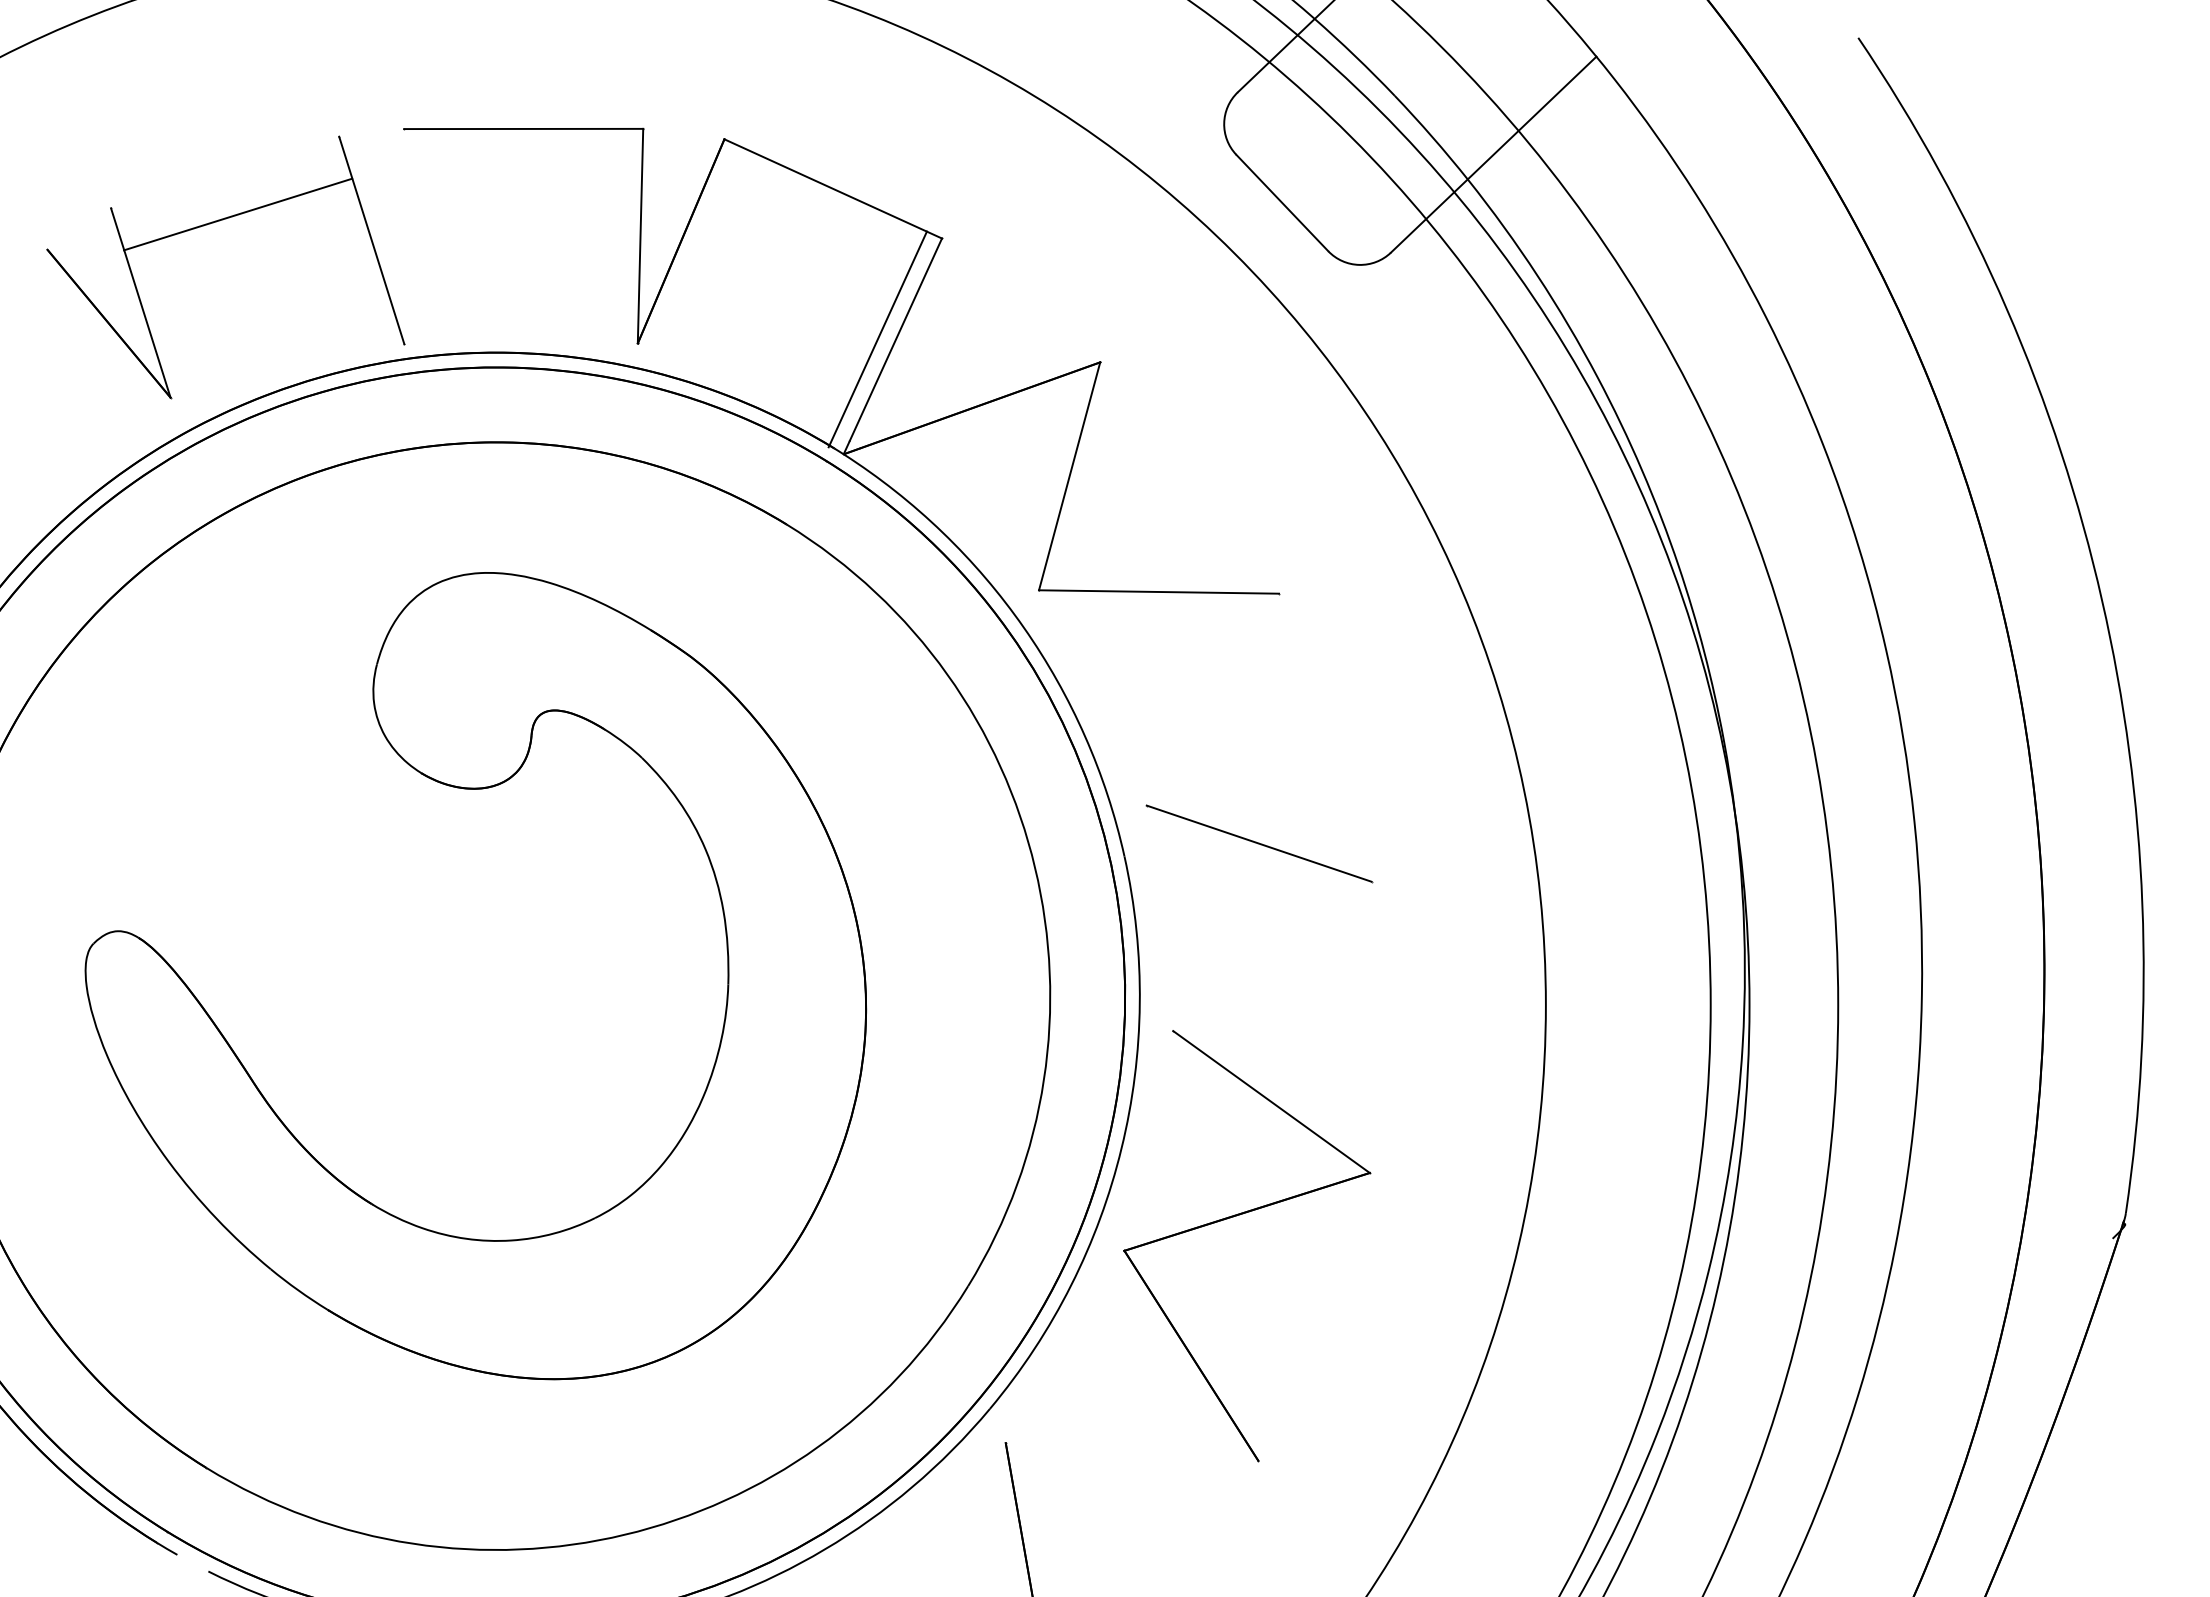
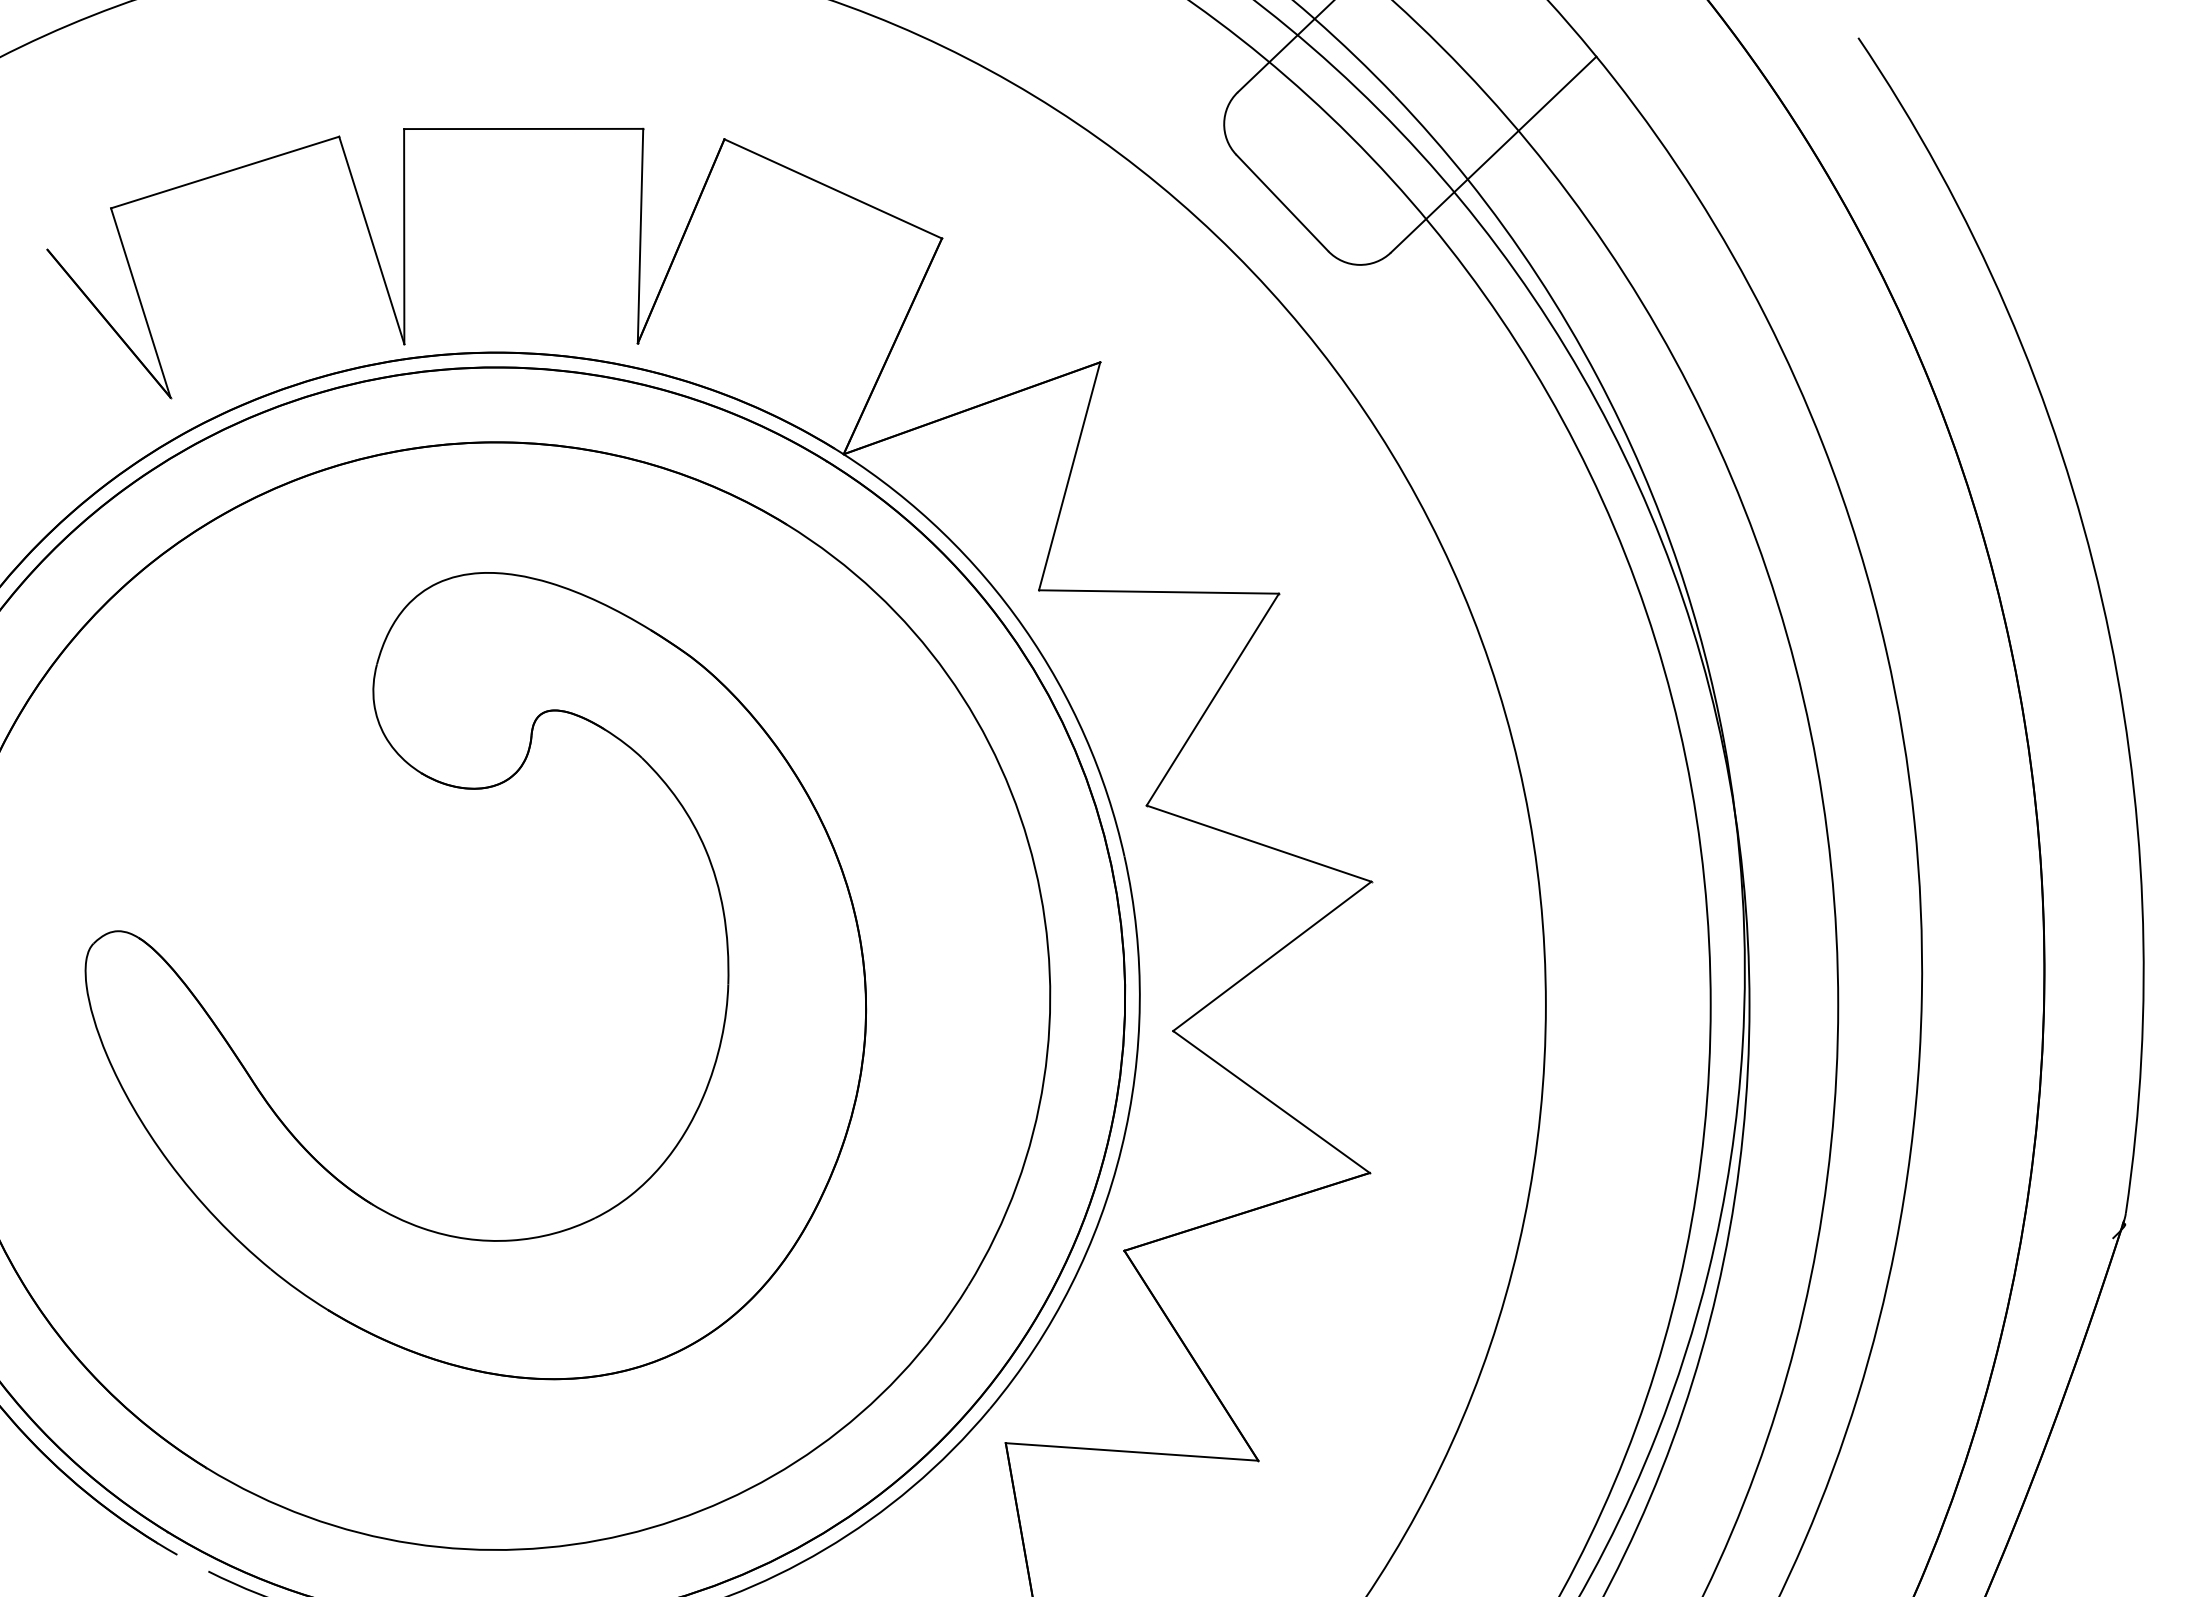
line at (238, 214) position: (238, 214) -> (225, 172)
line at (404, 236): none -> present
line at (877, 339) position: (877, 339) -> (892, 346)
line at (1212, 699): none -> present
line at (1272, 956): none -> present
line at (1131, 1451): none -> present
